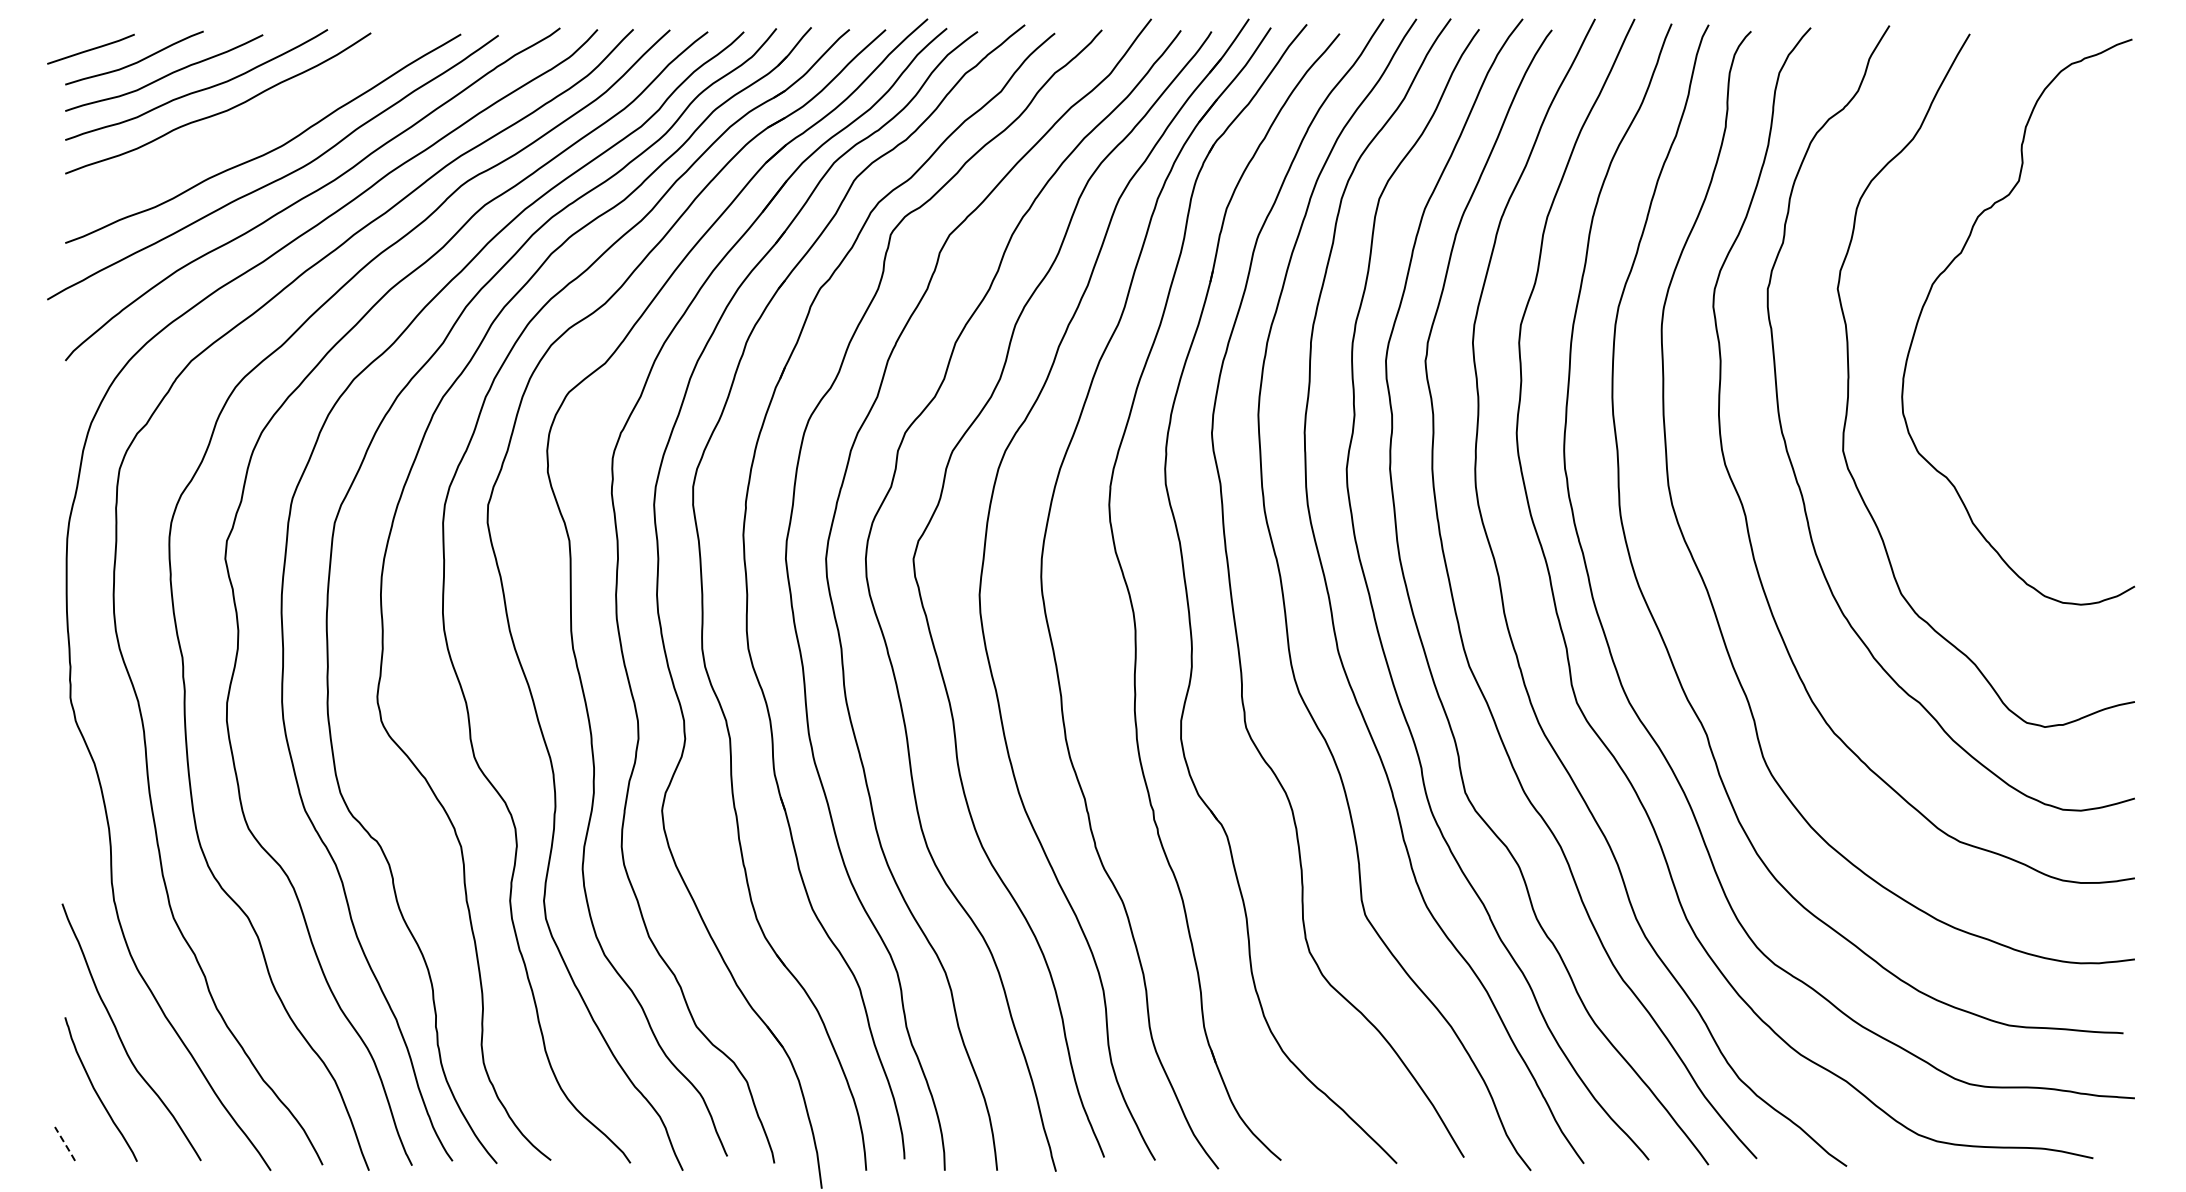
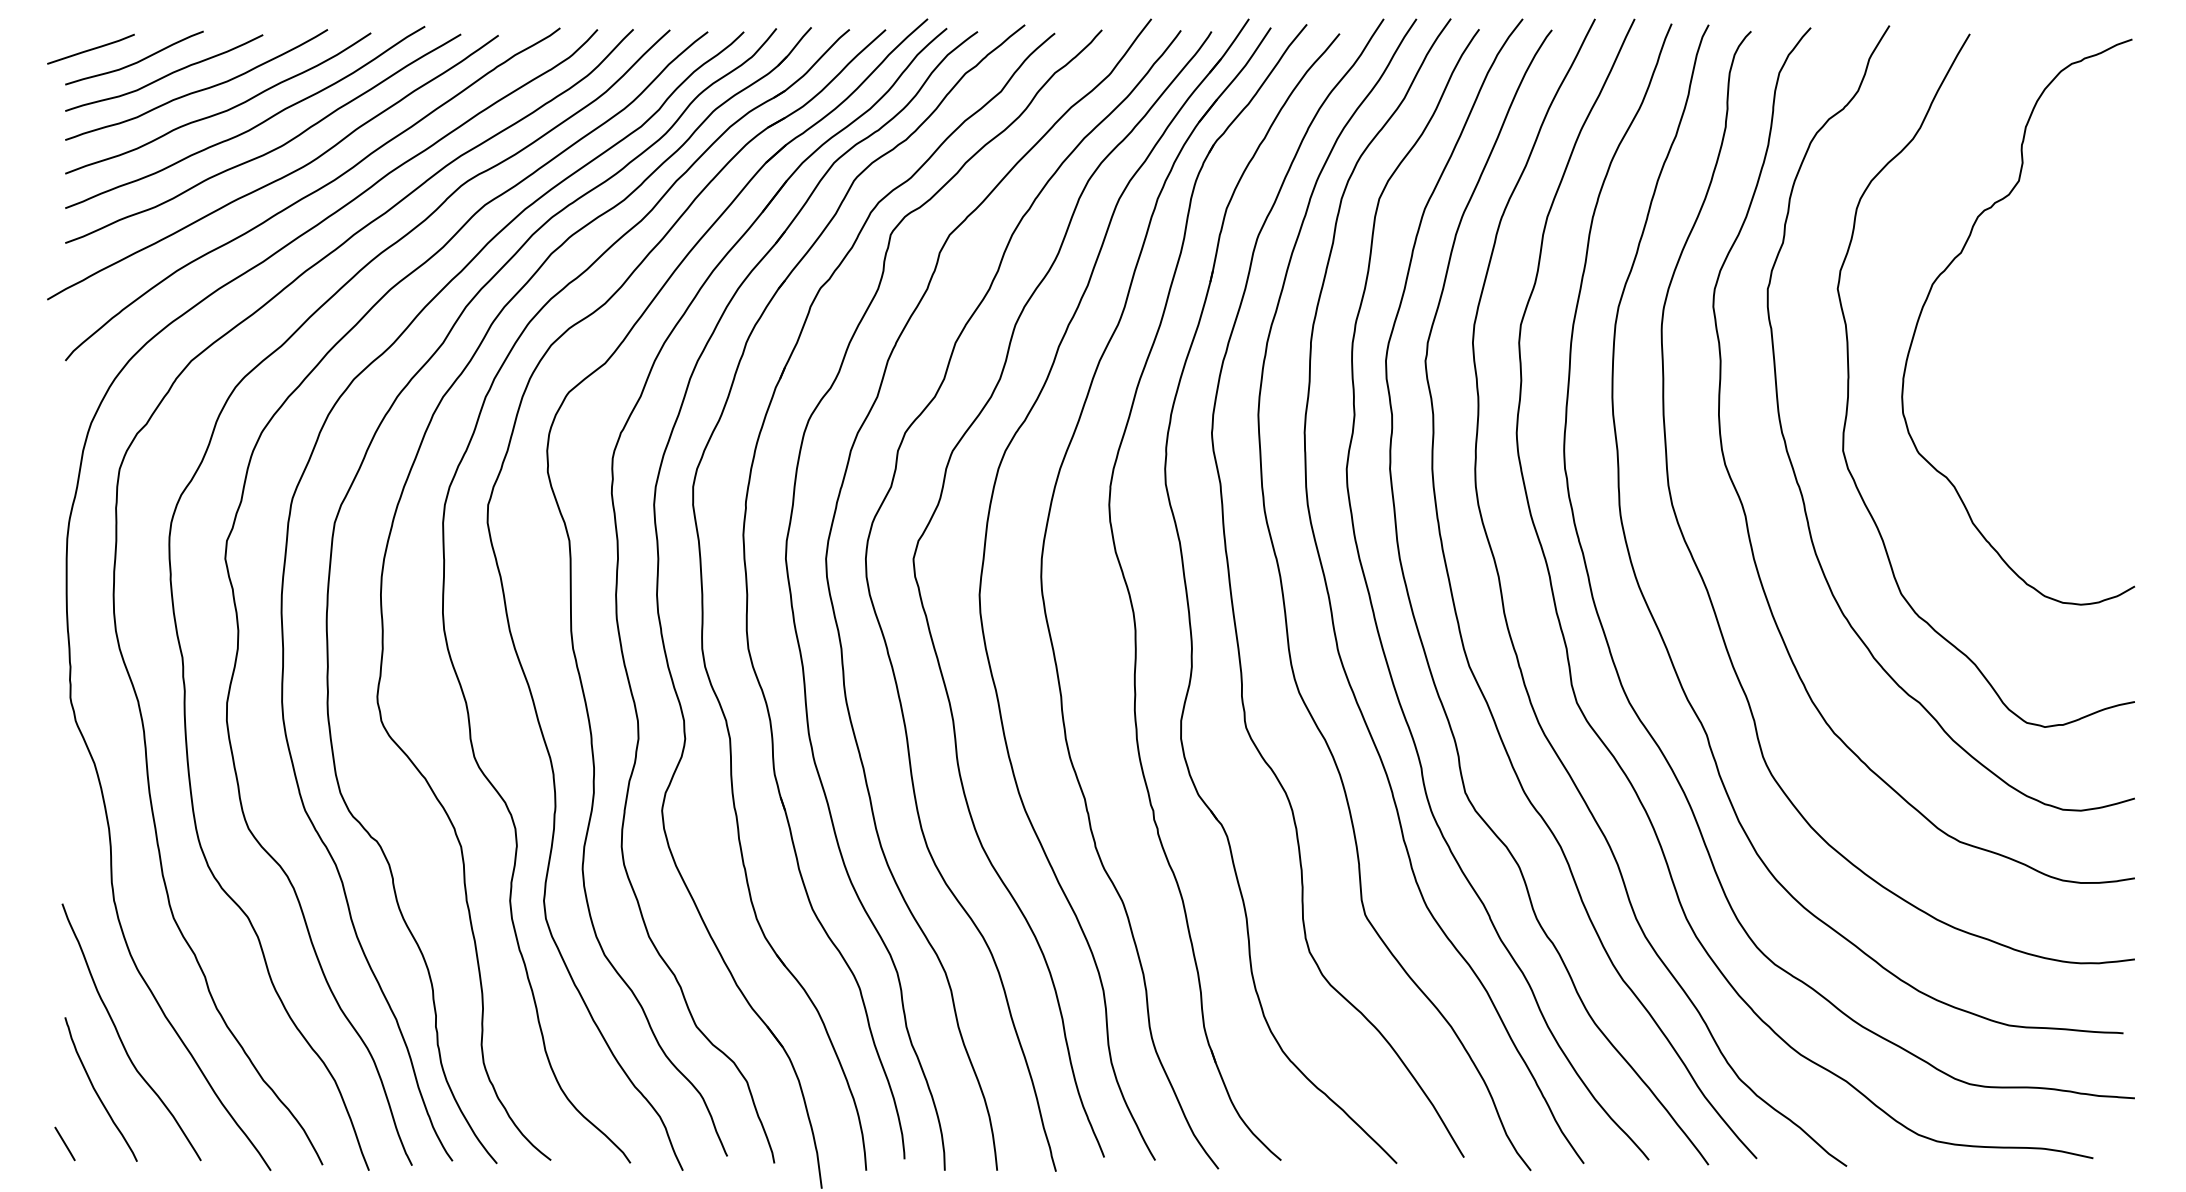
curve at (253, 126): none -> present
line at (65, 1144): dashed -> solid
